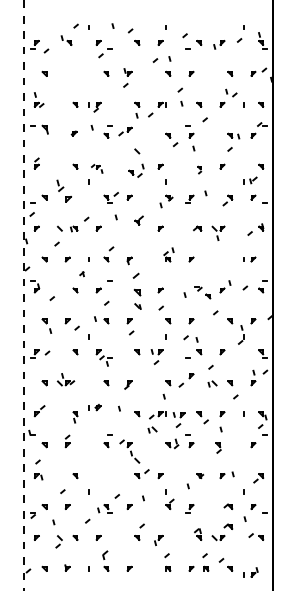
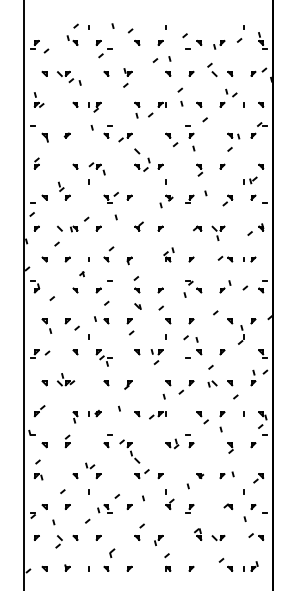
part at (66, 40) position: (66, 40) -> (72, 40)
part at (212, 69): none -> present
part at (69, 77): none -> present
part at (44, 129) position: (44, 129) -> (44, 137)
part at (125, 131) position: (125, 131) -> (125, 137)
part at (73, 133) position: (73, 133) -> (66, 135)
part at (97, 168) size: 13x10 px -> 18x14 px
part at (199, 169) size: 6x10 px -> 7x14 px
part at (136, 170) position: (136, 170) -> (142, 164)
part at (63, 190) size: 16x24 px -> 13x20 px
part at (138, 220) position: (138, 220) -> (138, 226)
part at (225, 258): none -> present
part at (136, 284) size: 10x25 px -> 8x18 px
part at (202, 292) position: (202, 292) -> (193, 286)
line at (24, 296): dashed -> solid
part at (186, 380) position: (186, 380) -> (186, 387)
part at (94, 407) position: (94, 407) -> (94, 413)
part at (178, 419): present -> none
part at (152, 429): present -> none
part at (218, 447) position: (218, 447) -> (230, 447)
part at (93, 470): none -> present
part at (228, 526): present -> none
part at (105, 554) position: (105, 554) -> (112, 552)
part at (205, 562): present -> none
part at (250, 572) position: (250, 572) -> (250, 566)
